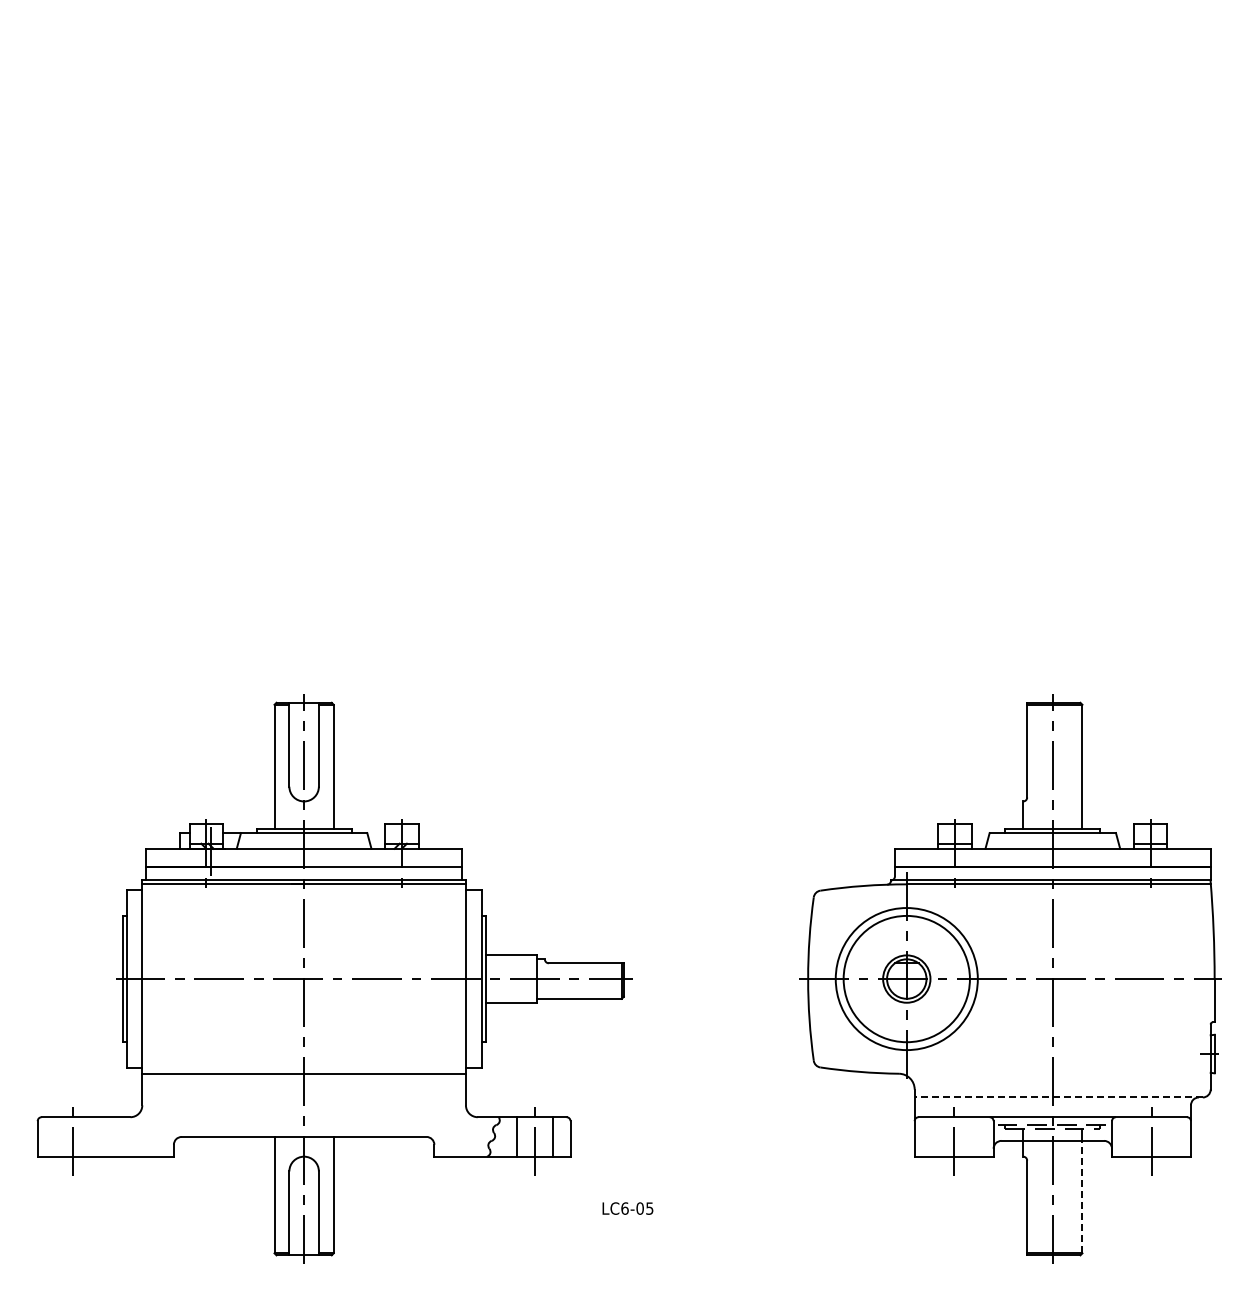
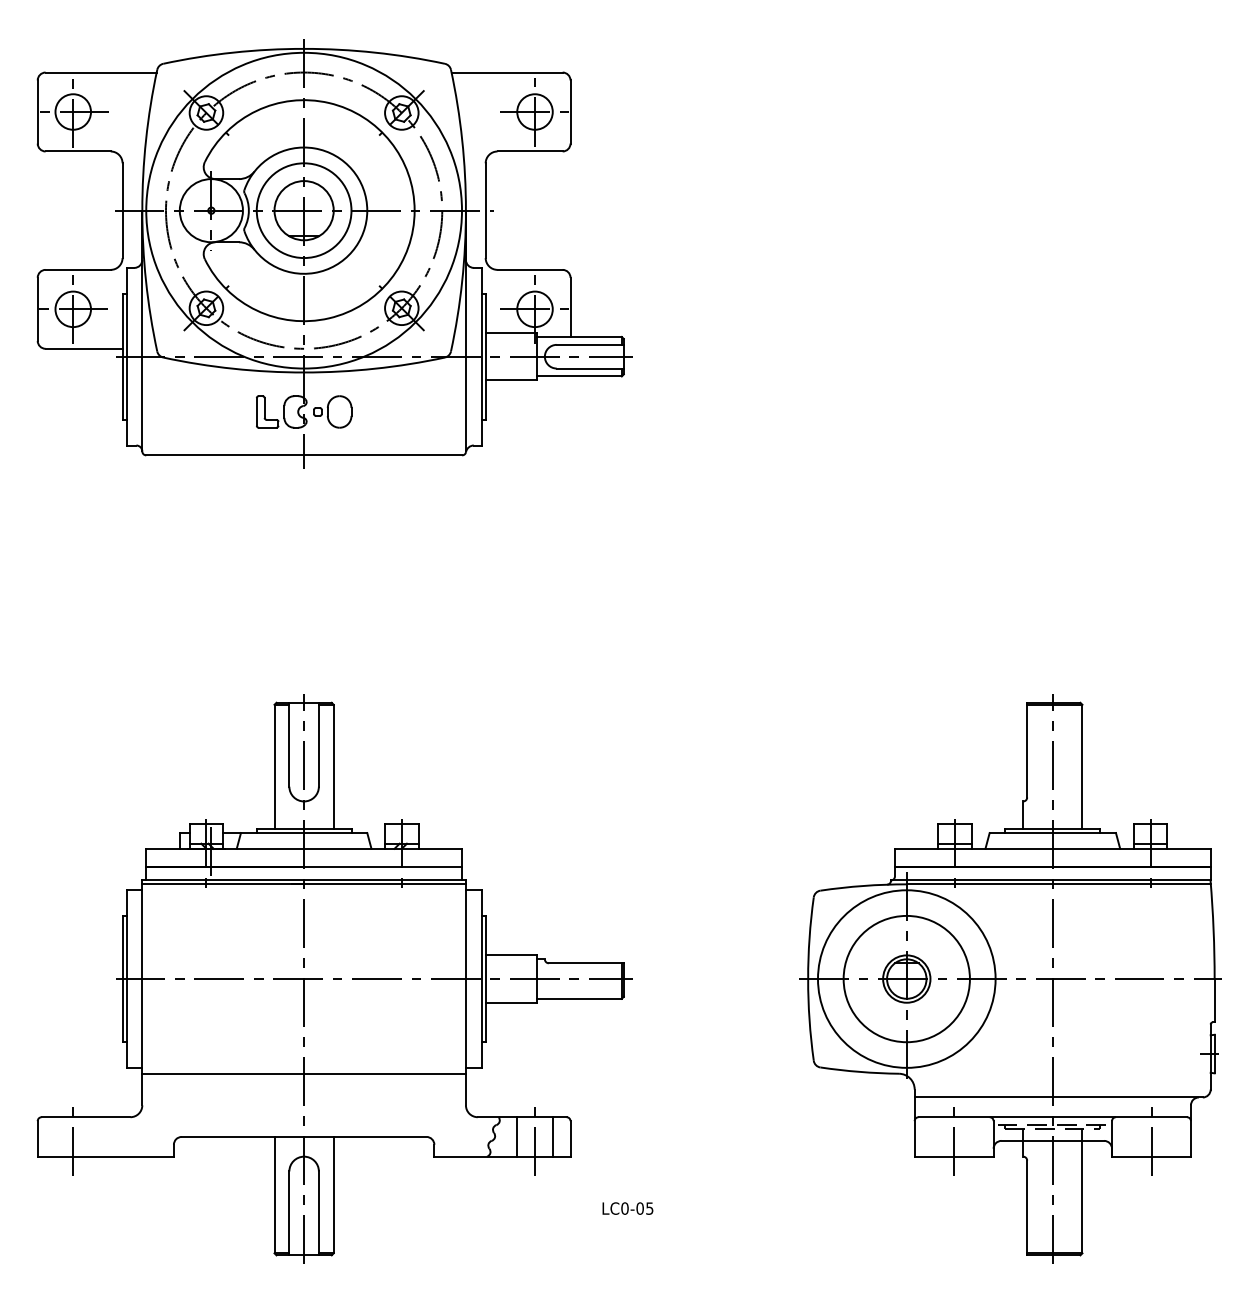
part at (334, 253): none -> present
circle at (906, 979) diameter: 142 px -> 178 px
line at (1058, 1097): dashed -> solid
line at (1082, 1196): dashed -> solid
text at (624, 1208): LC6-05 -> LC0-05
